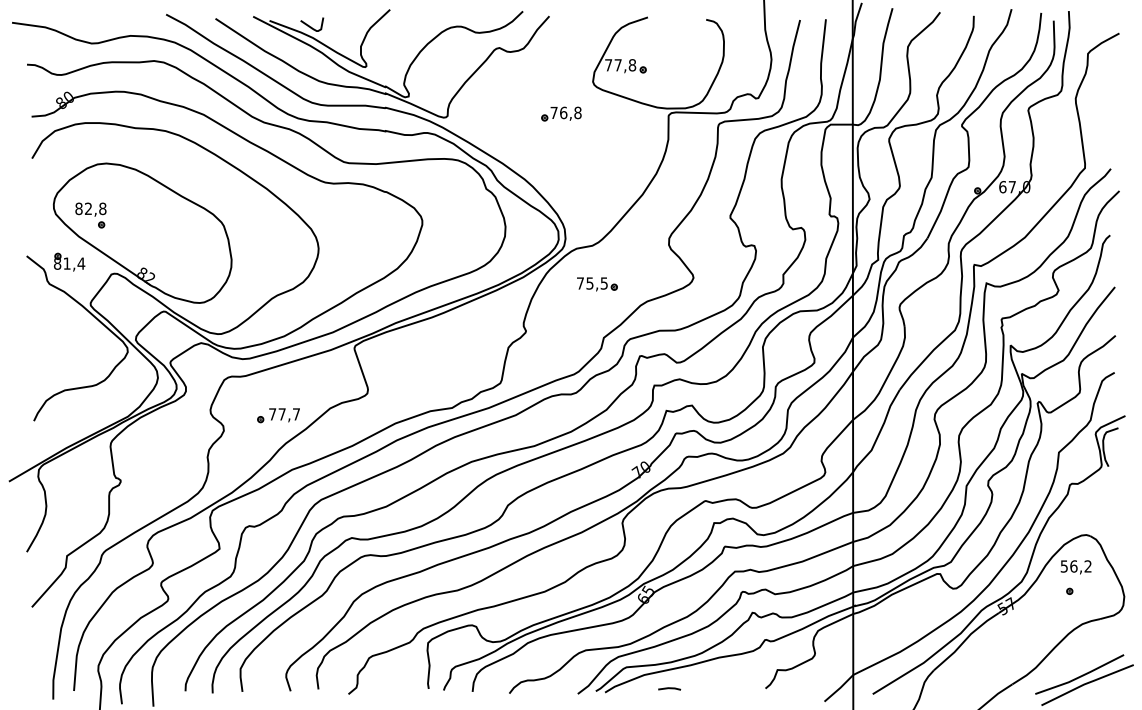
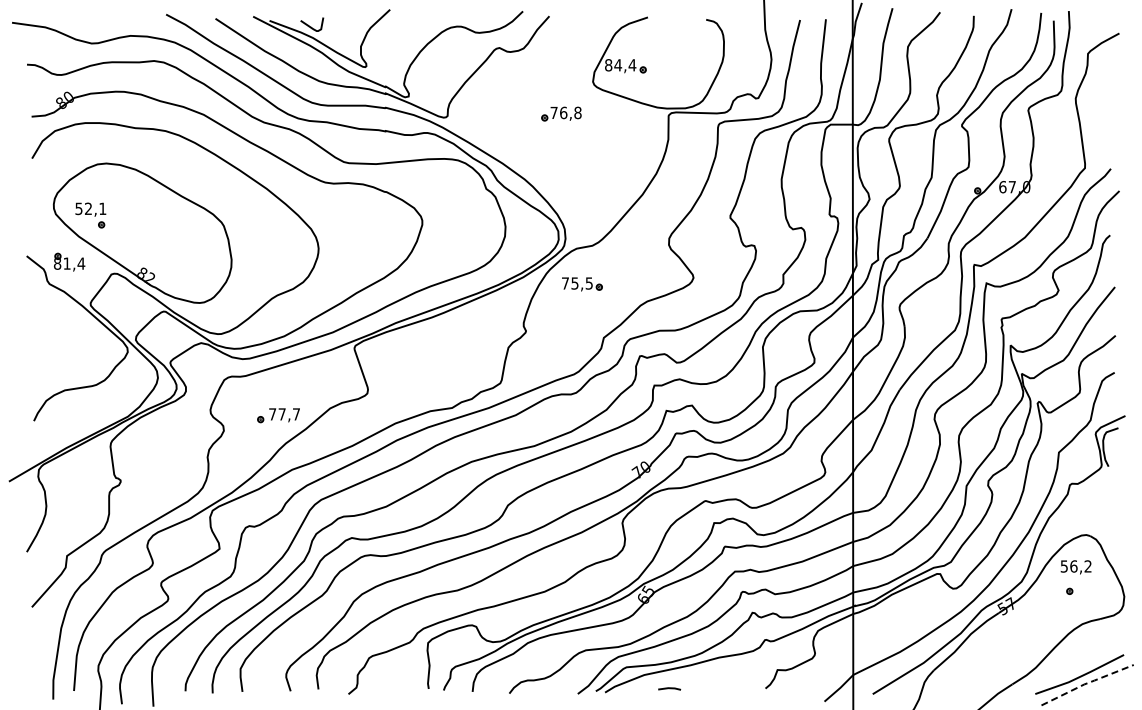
text at (620, 65): 77,8 -> 84,4
text at (90, 208): 82,8 -> 52,1
part at (597, 284) position: (597, 284) -> (582, 284)
line at (1087, 683): solid -> dashed
